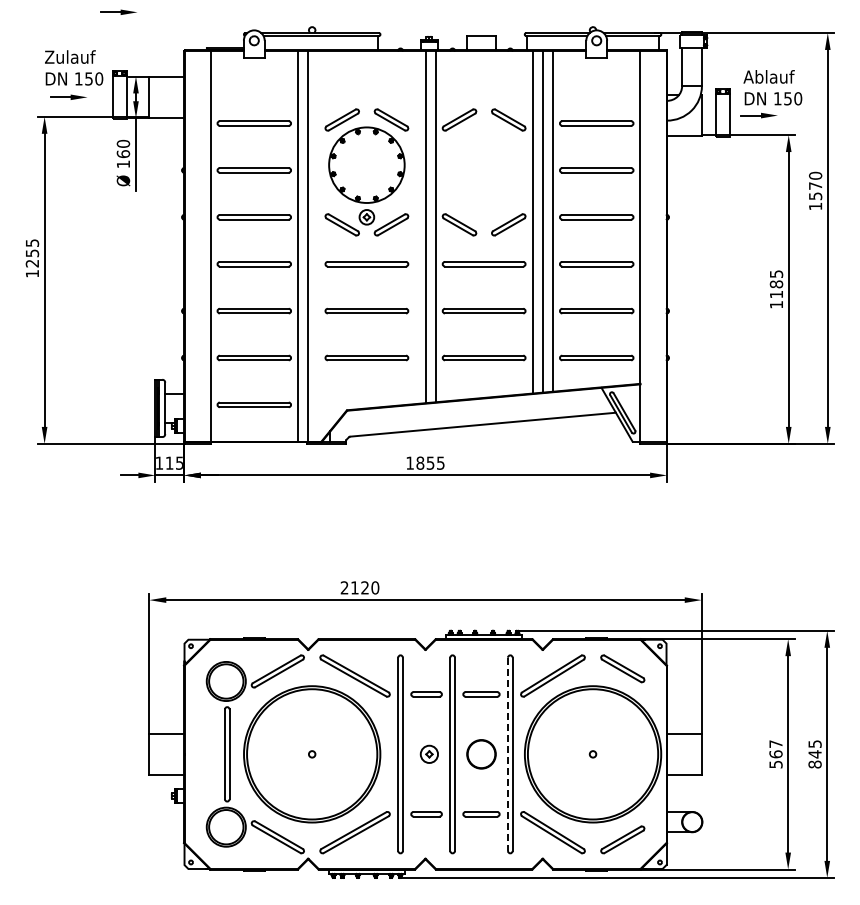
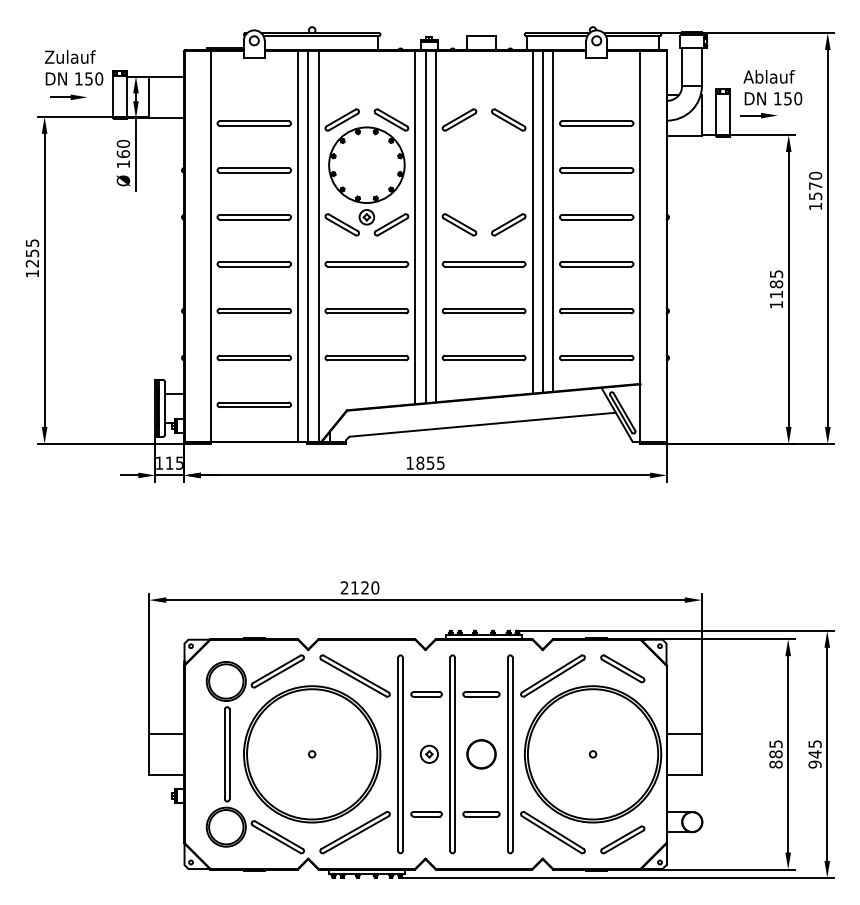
part at (118, 11): present -> none
line at (415, 227): none -> present
line at (318, 245): none -> present
line at (507, 754): dashed -> solid
text at (775, 754): 567 -> 885
text at (814, 764): 845 -> 945
